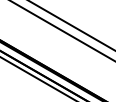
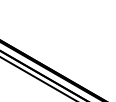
line at (71, 25): present -> none
line at (62, 30): present -> none
